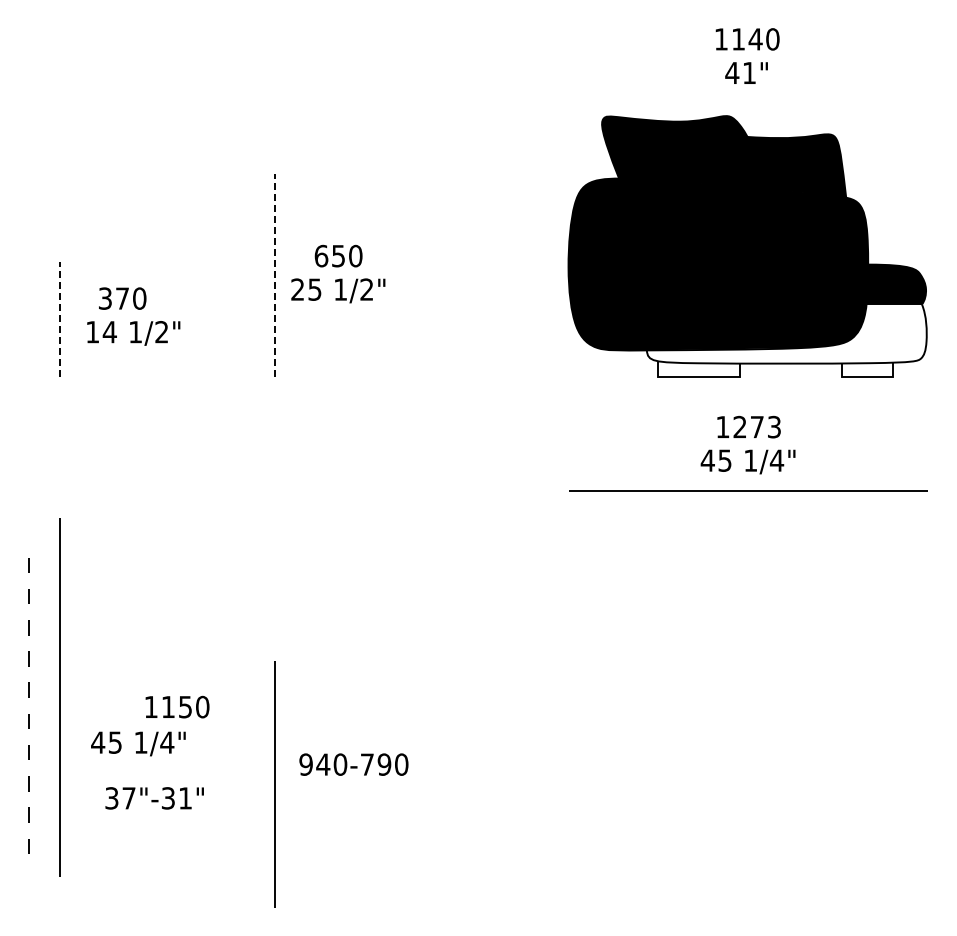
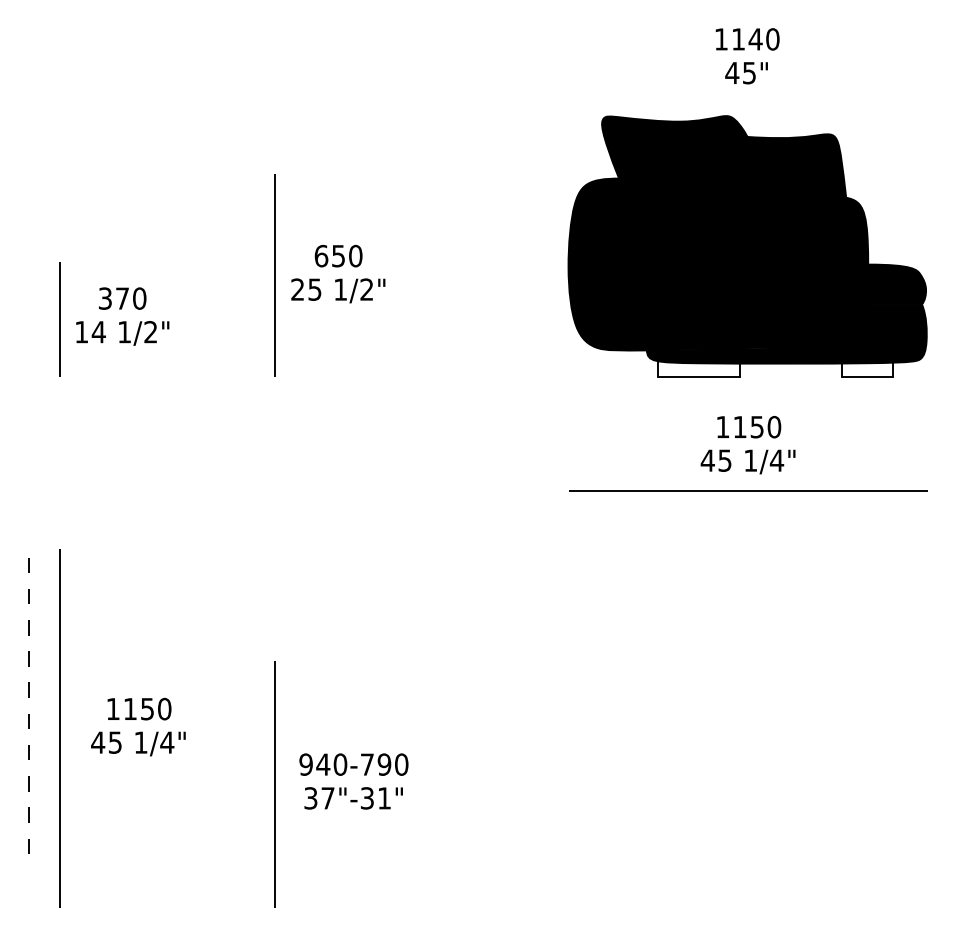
text at (749, 73): 41" -> 45"
line at (275, 275): dashed -> solid
line at (60, 319): dashed -> solid
text at (133, 333) position: (133, 333) -> (122, 333)
fill at (786, 333): none -> present
text at (757, 426): 1273 -> 1150
line at (59, 697) position: (59, 697) -> (59, 728)
text at (177, 706) position: (177, 706) -> (139, 708)
text at (154, 798) position: (154, 798) -> (353, 798)
